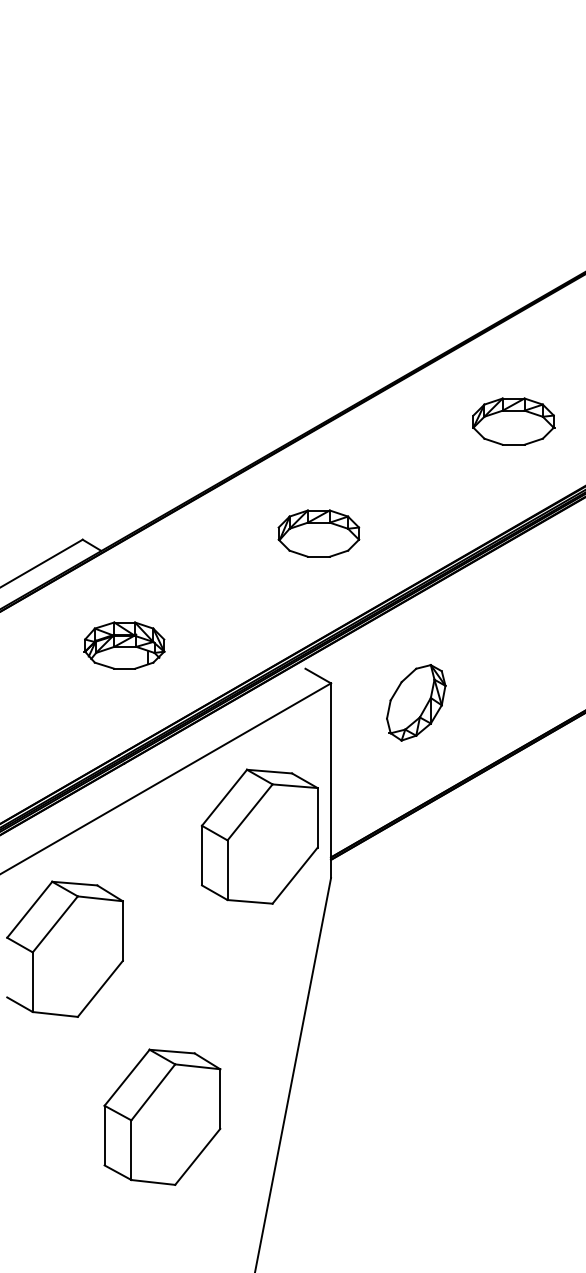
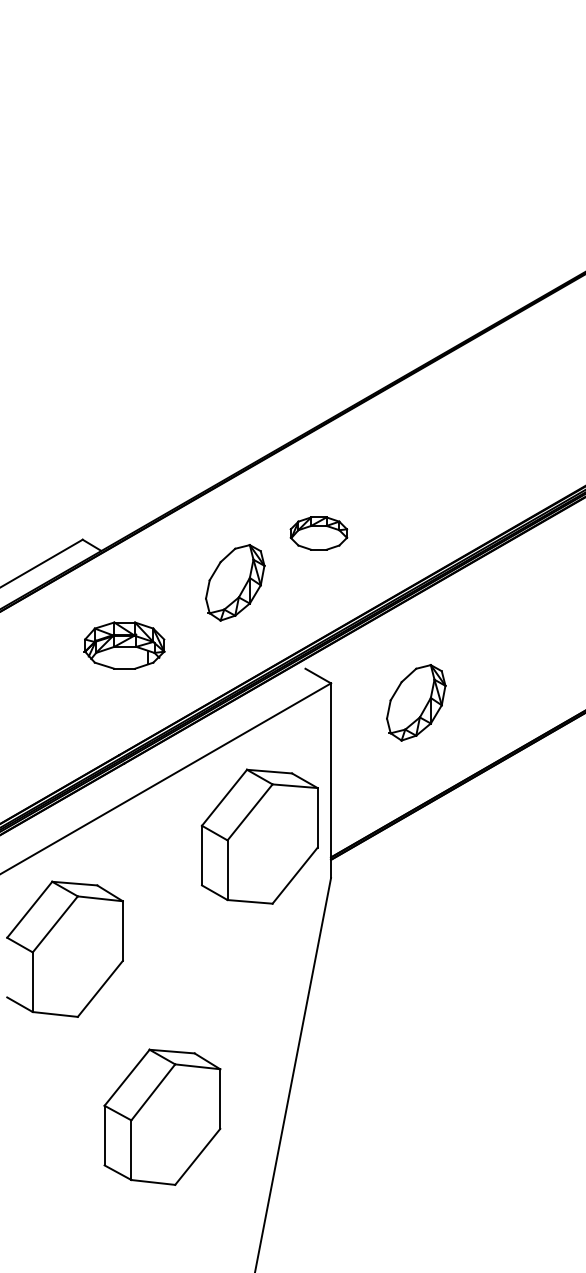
part at (513, 421): present -> none
part at (318, 533) size: 84x49 px -> 60x35 px
part at (235, 582): none -> present
